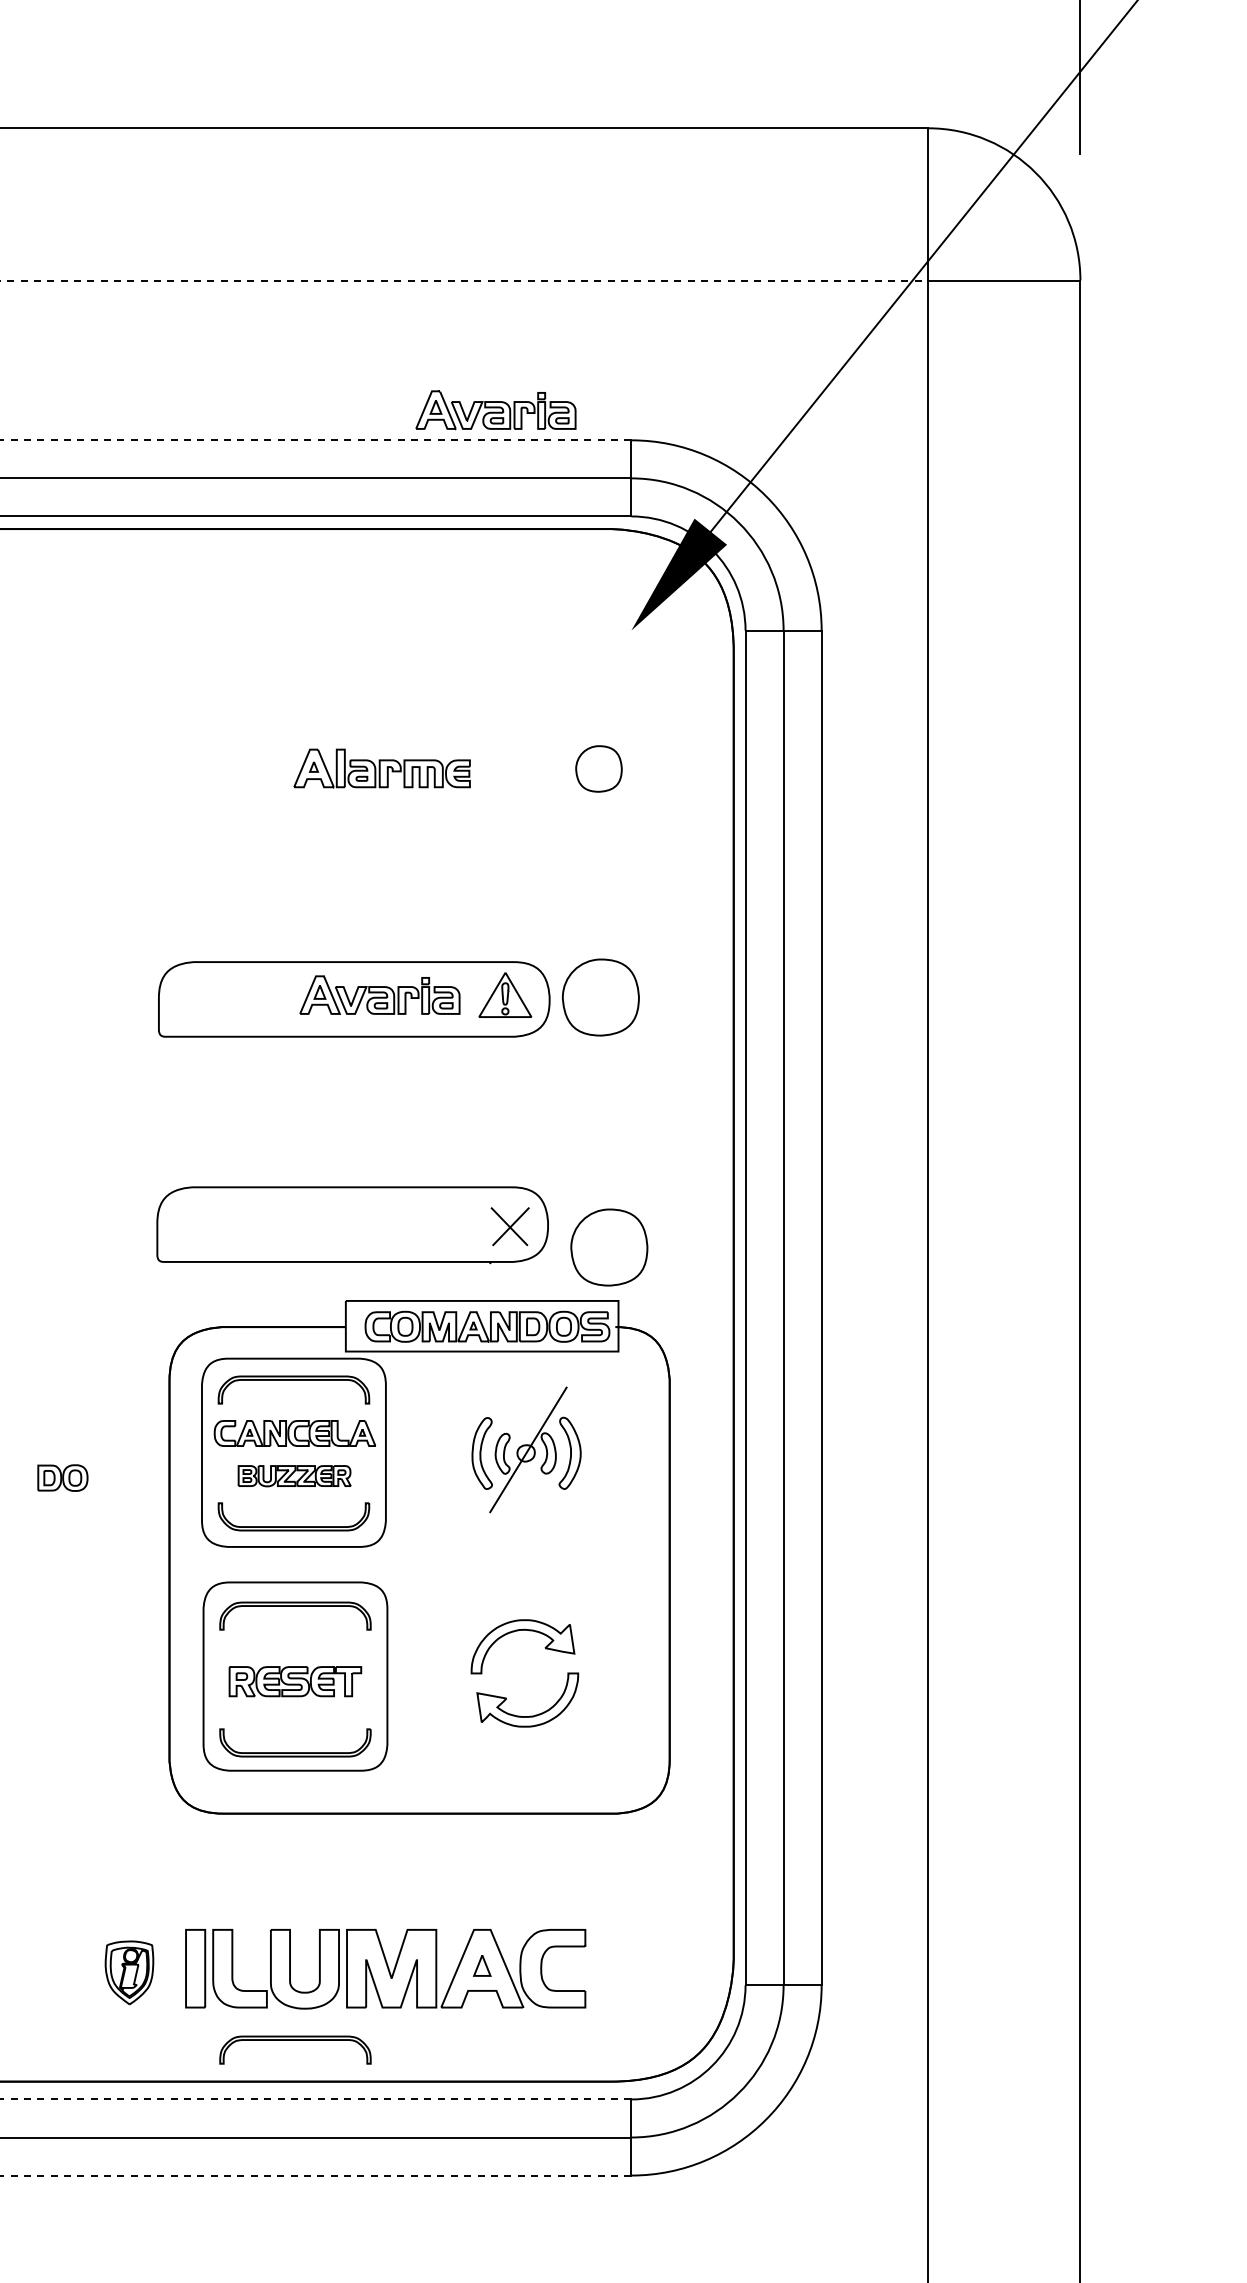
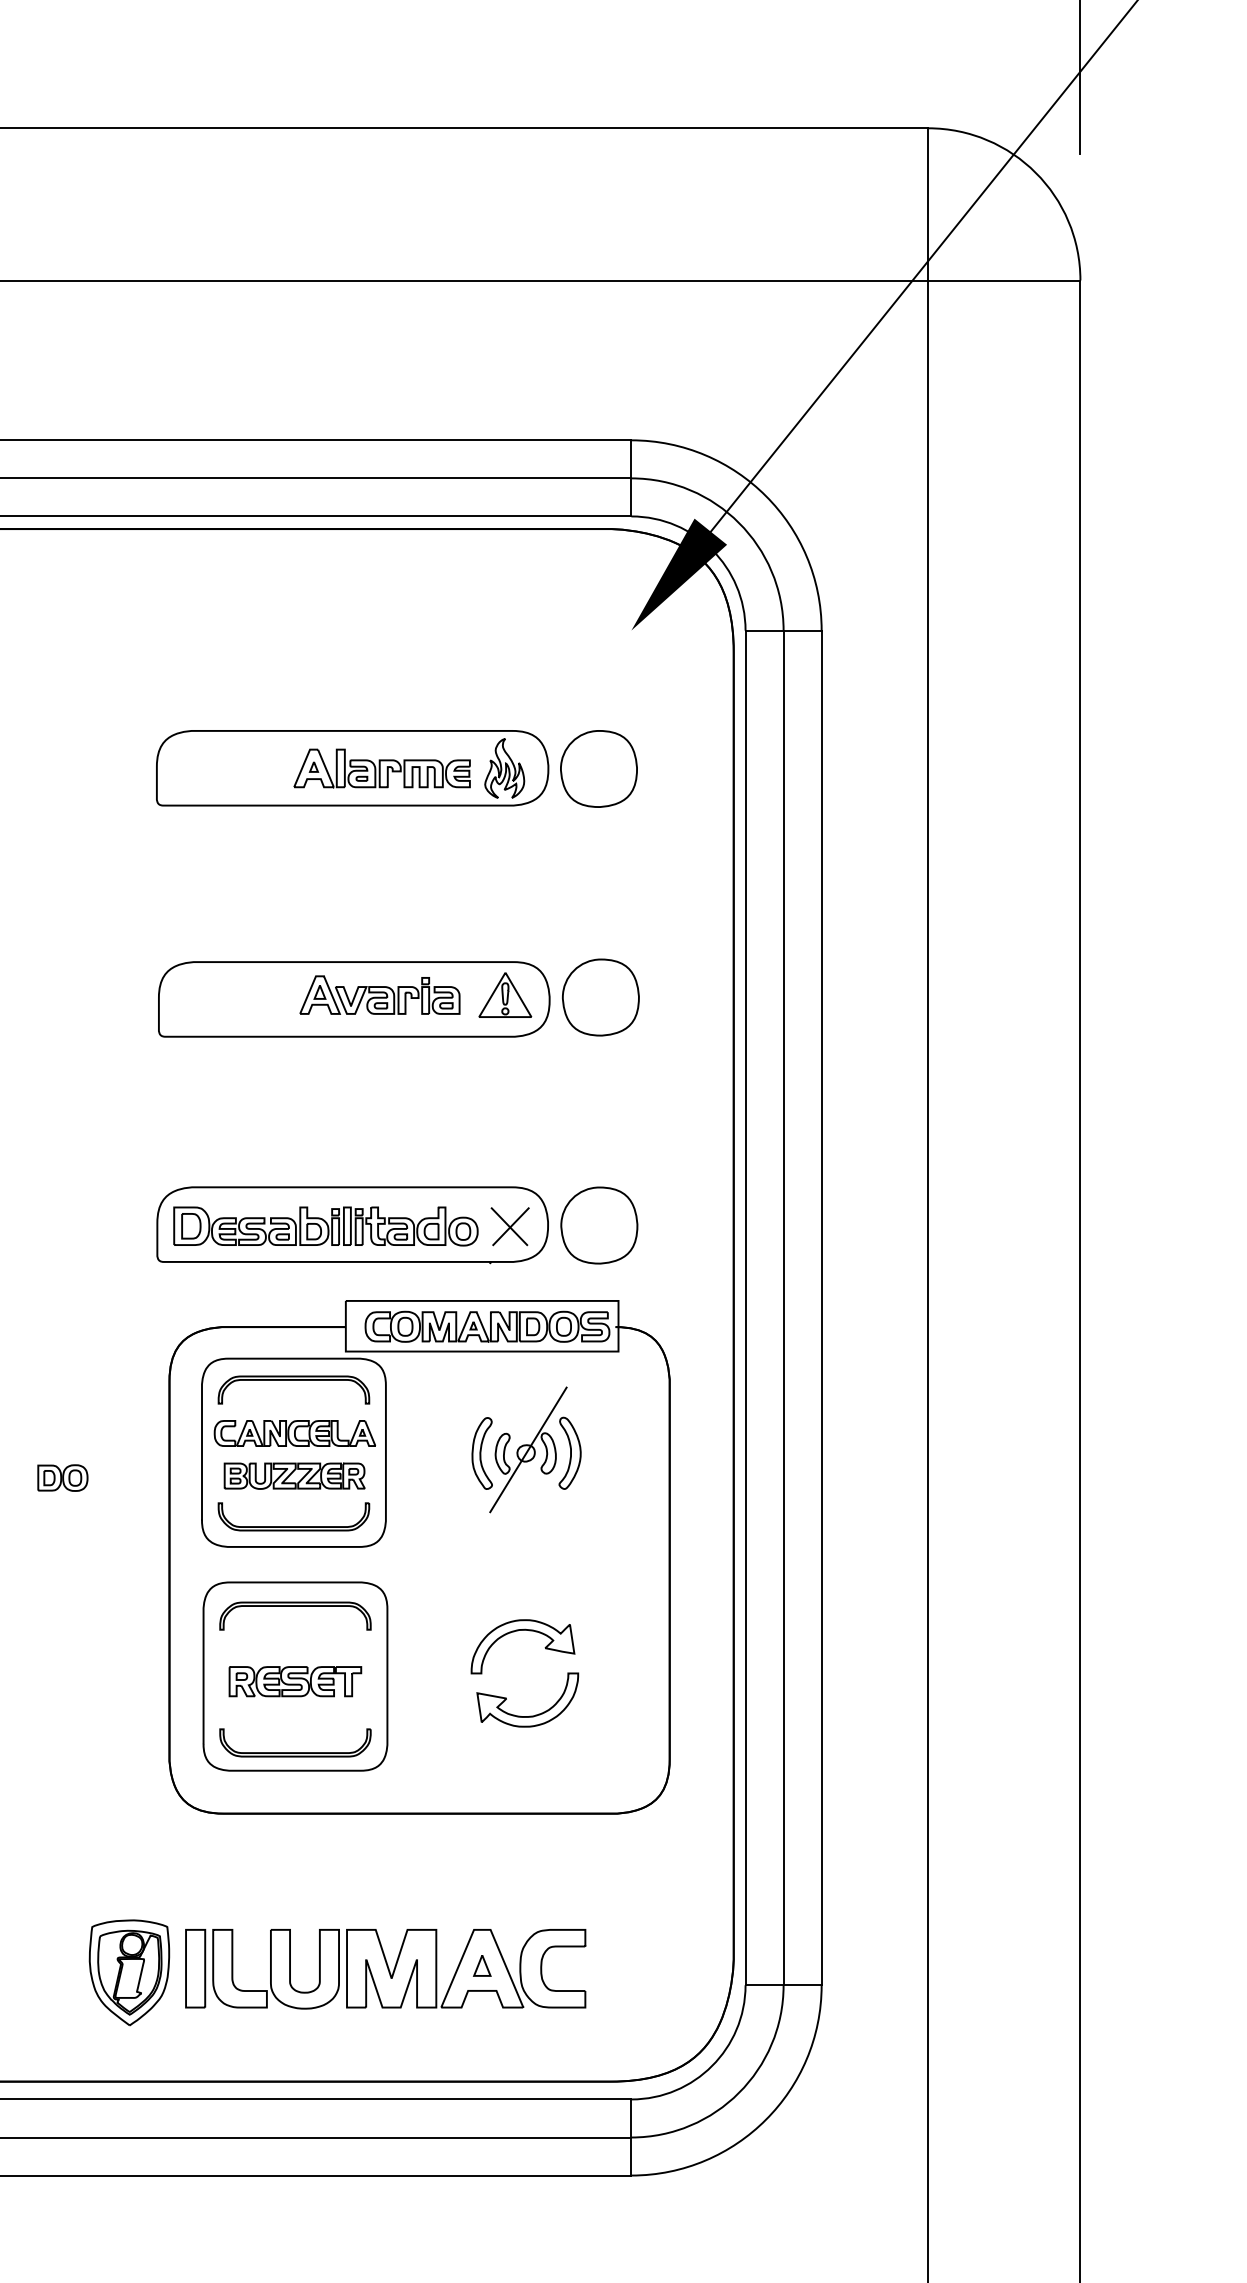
line at (464, 280): dashed -> solid
part at (495, 409): present -> none
line at (315, 440): dashed -> solid
part at (352, 768): none -> present
part at (598, 768) size: 48x48 px -> 78x78 px
part at (325, 1226): none -> present
part at (609, 1247) position: (609, 1247) -> (599, 1225)
part at (294, 1476) size: 115x23 px -> 143x28 px
part at (129, 1972) size: 51x66 px -> 83x108 px
part at (295, 2040): present -> none
line at (315, 2099): dashed -> solid
line at (316, 2175): dashed -> solid
